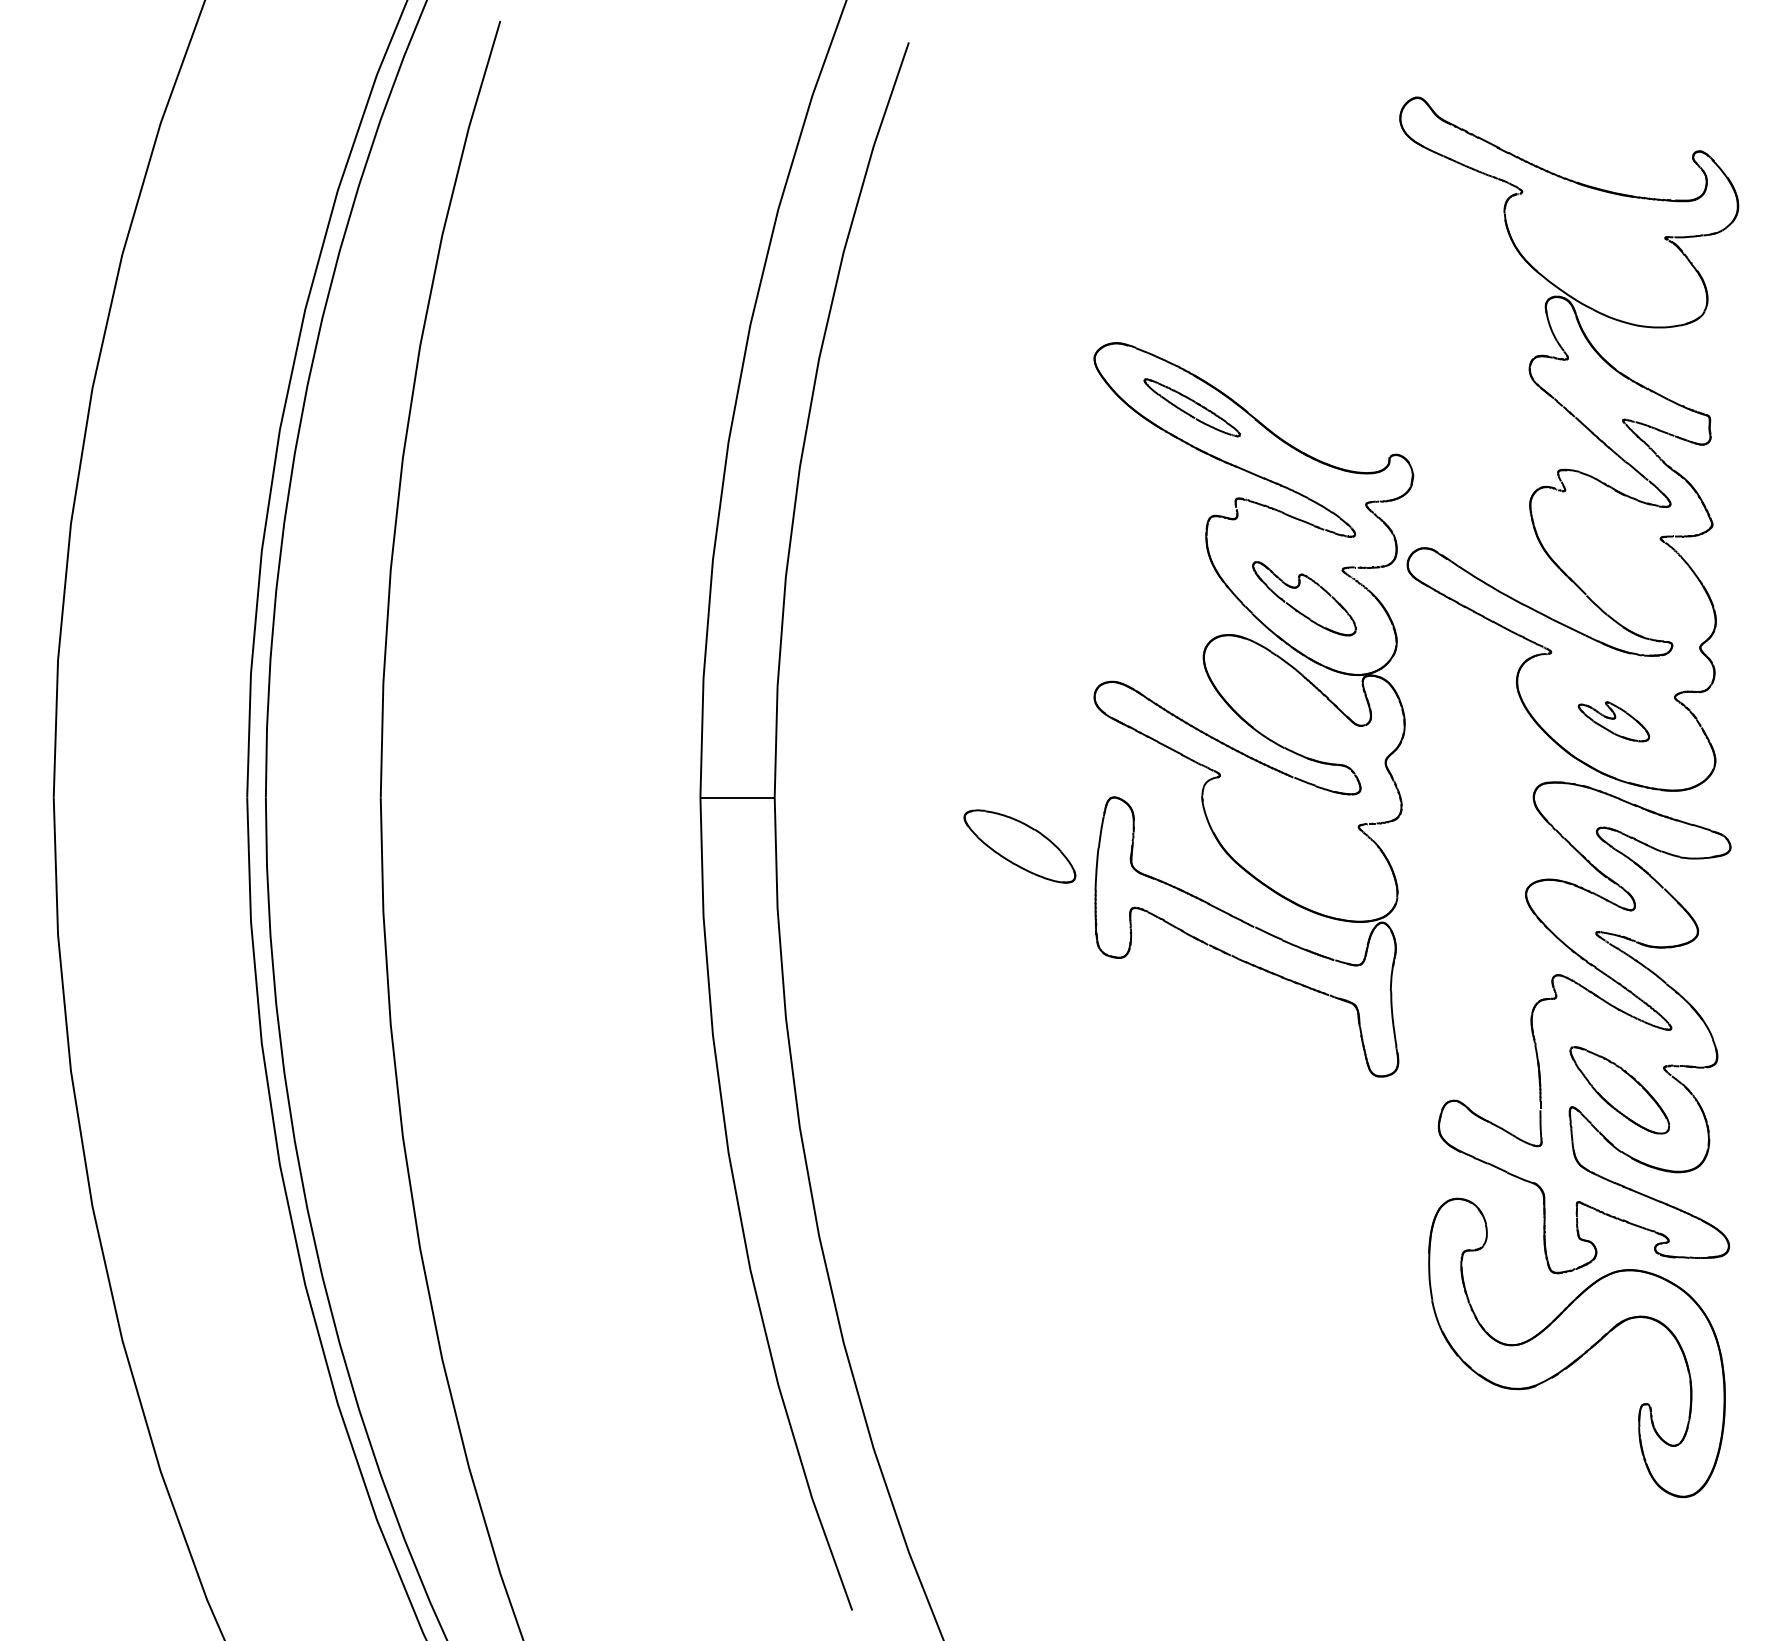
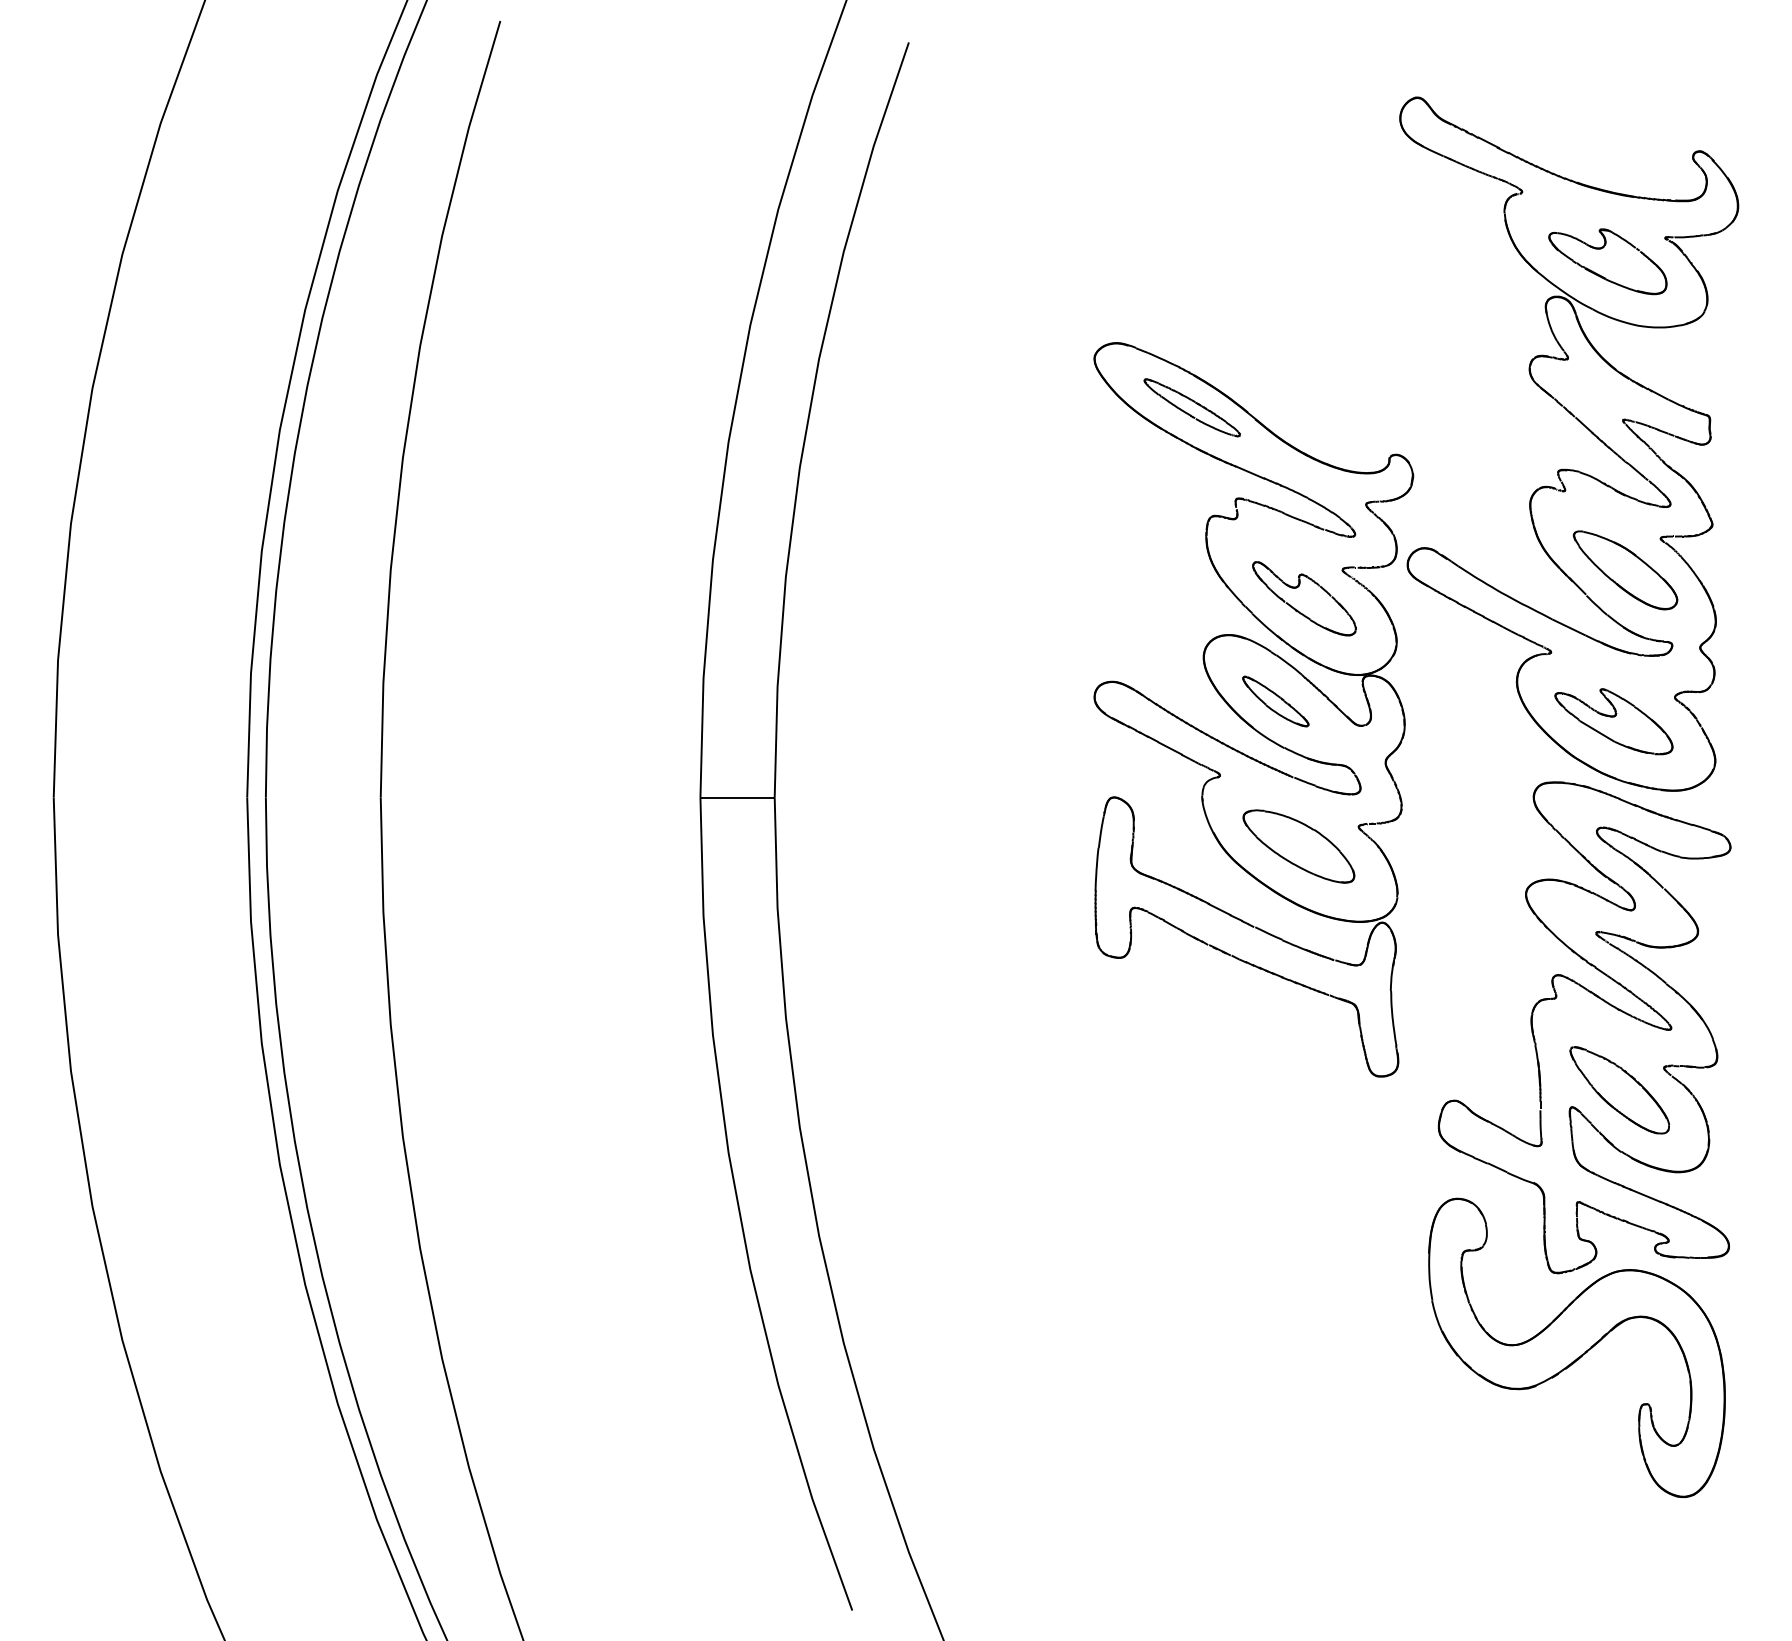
part at (1607, 261): none -> present
part at (1625, 570): none -> present
part at (1275, 701): none -> present
part at (1613, 721) size: 74x42 px -> 120x68 px
part at (1019, 846) position: (1019, 846) -> (1298, 846)
